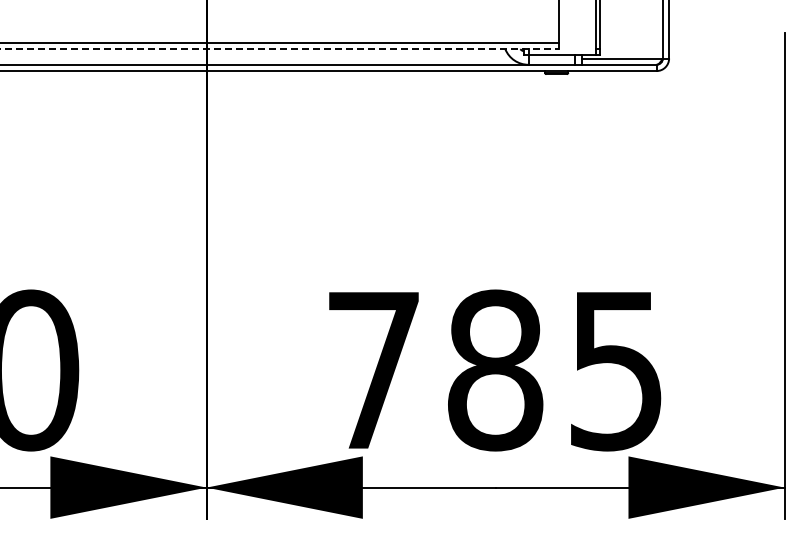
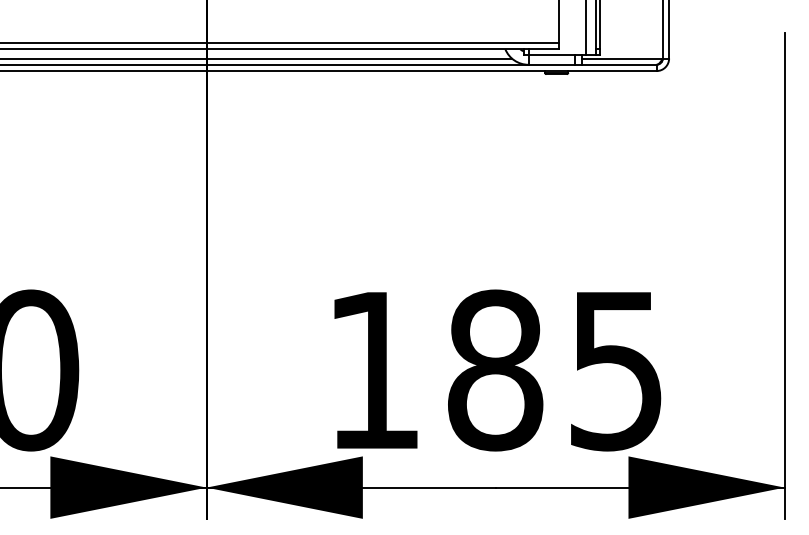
line at (586, 28): none -> present
line at (280, 49): dashed -> solid
line at (257, 58): none -> present
text at (373, 370): 785 -> 185
